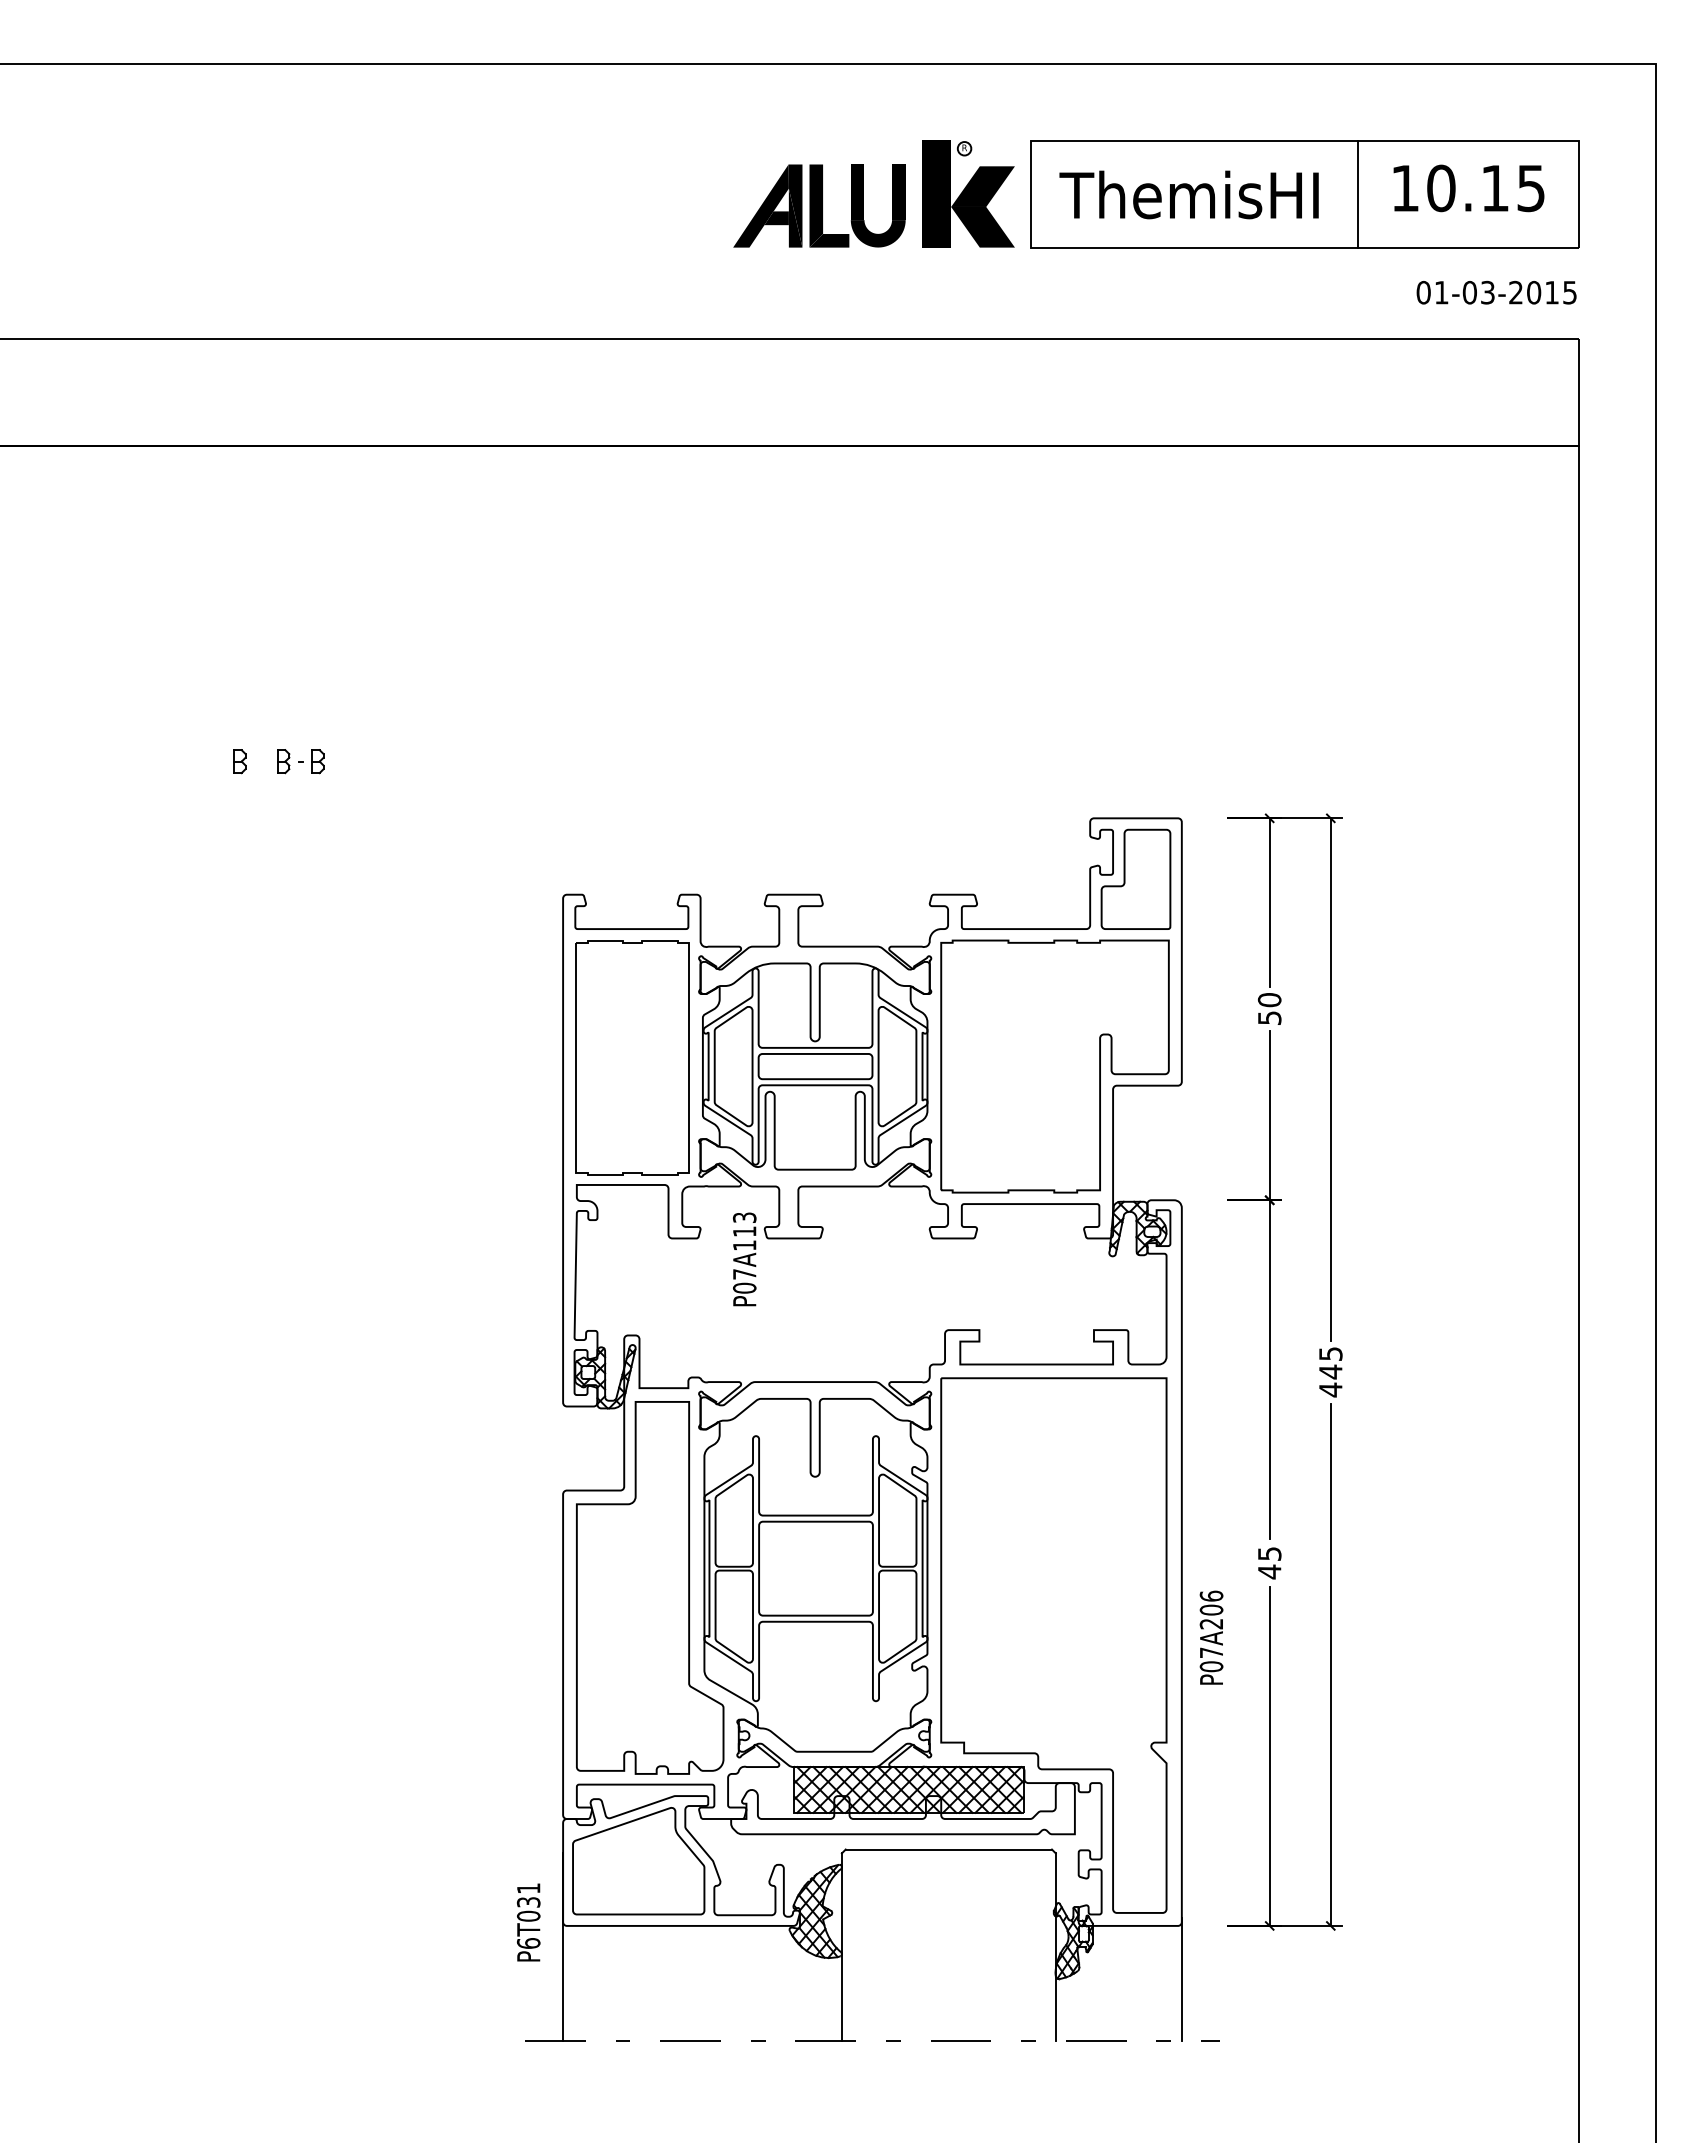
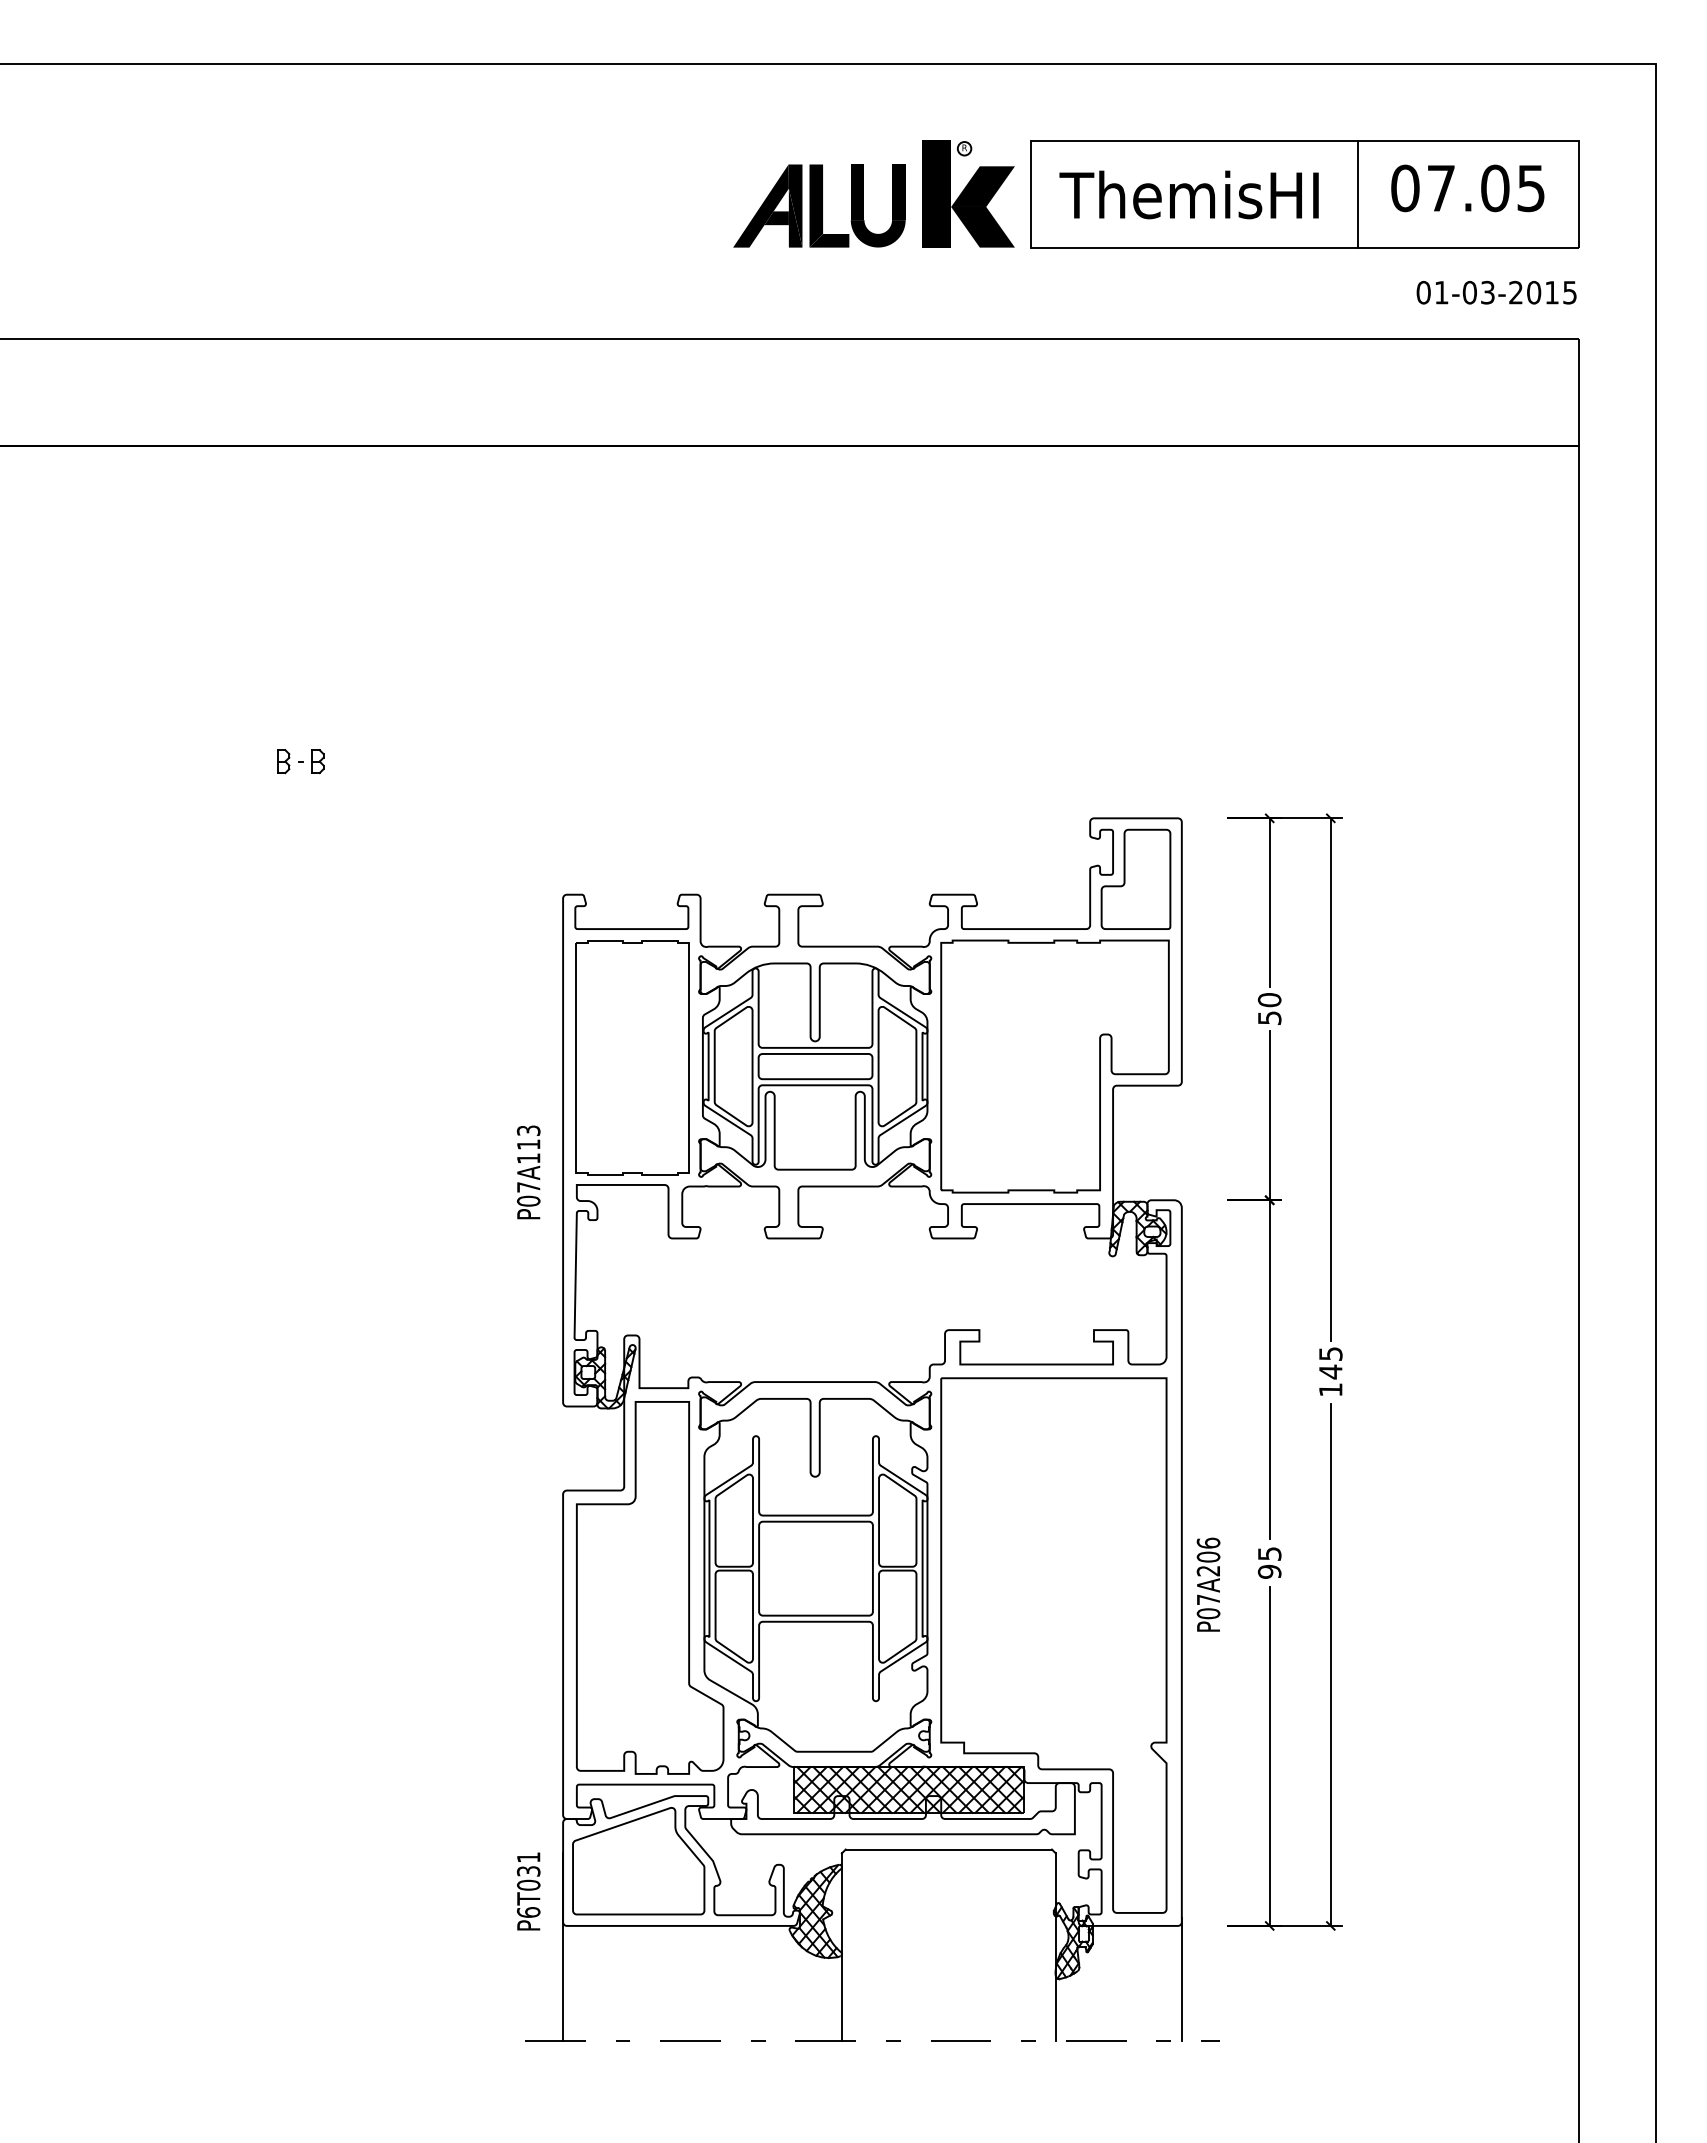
text at (1450, 188): 10.15 -> 07.05
part at (239, 761): present -> none
text at (744, 1259) position: (744, 1259) -> (528, 1172)
text at (1330, 1389): 445 -> 145
text at (1269, 1571): 45 -> 95
text at (1211, 1637) position: (1211, 1637) -> (1208, 1584)
text at (528, 1922) position: (528, 1922) -> (528, 1891)
